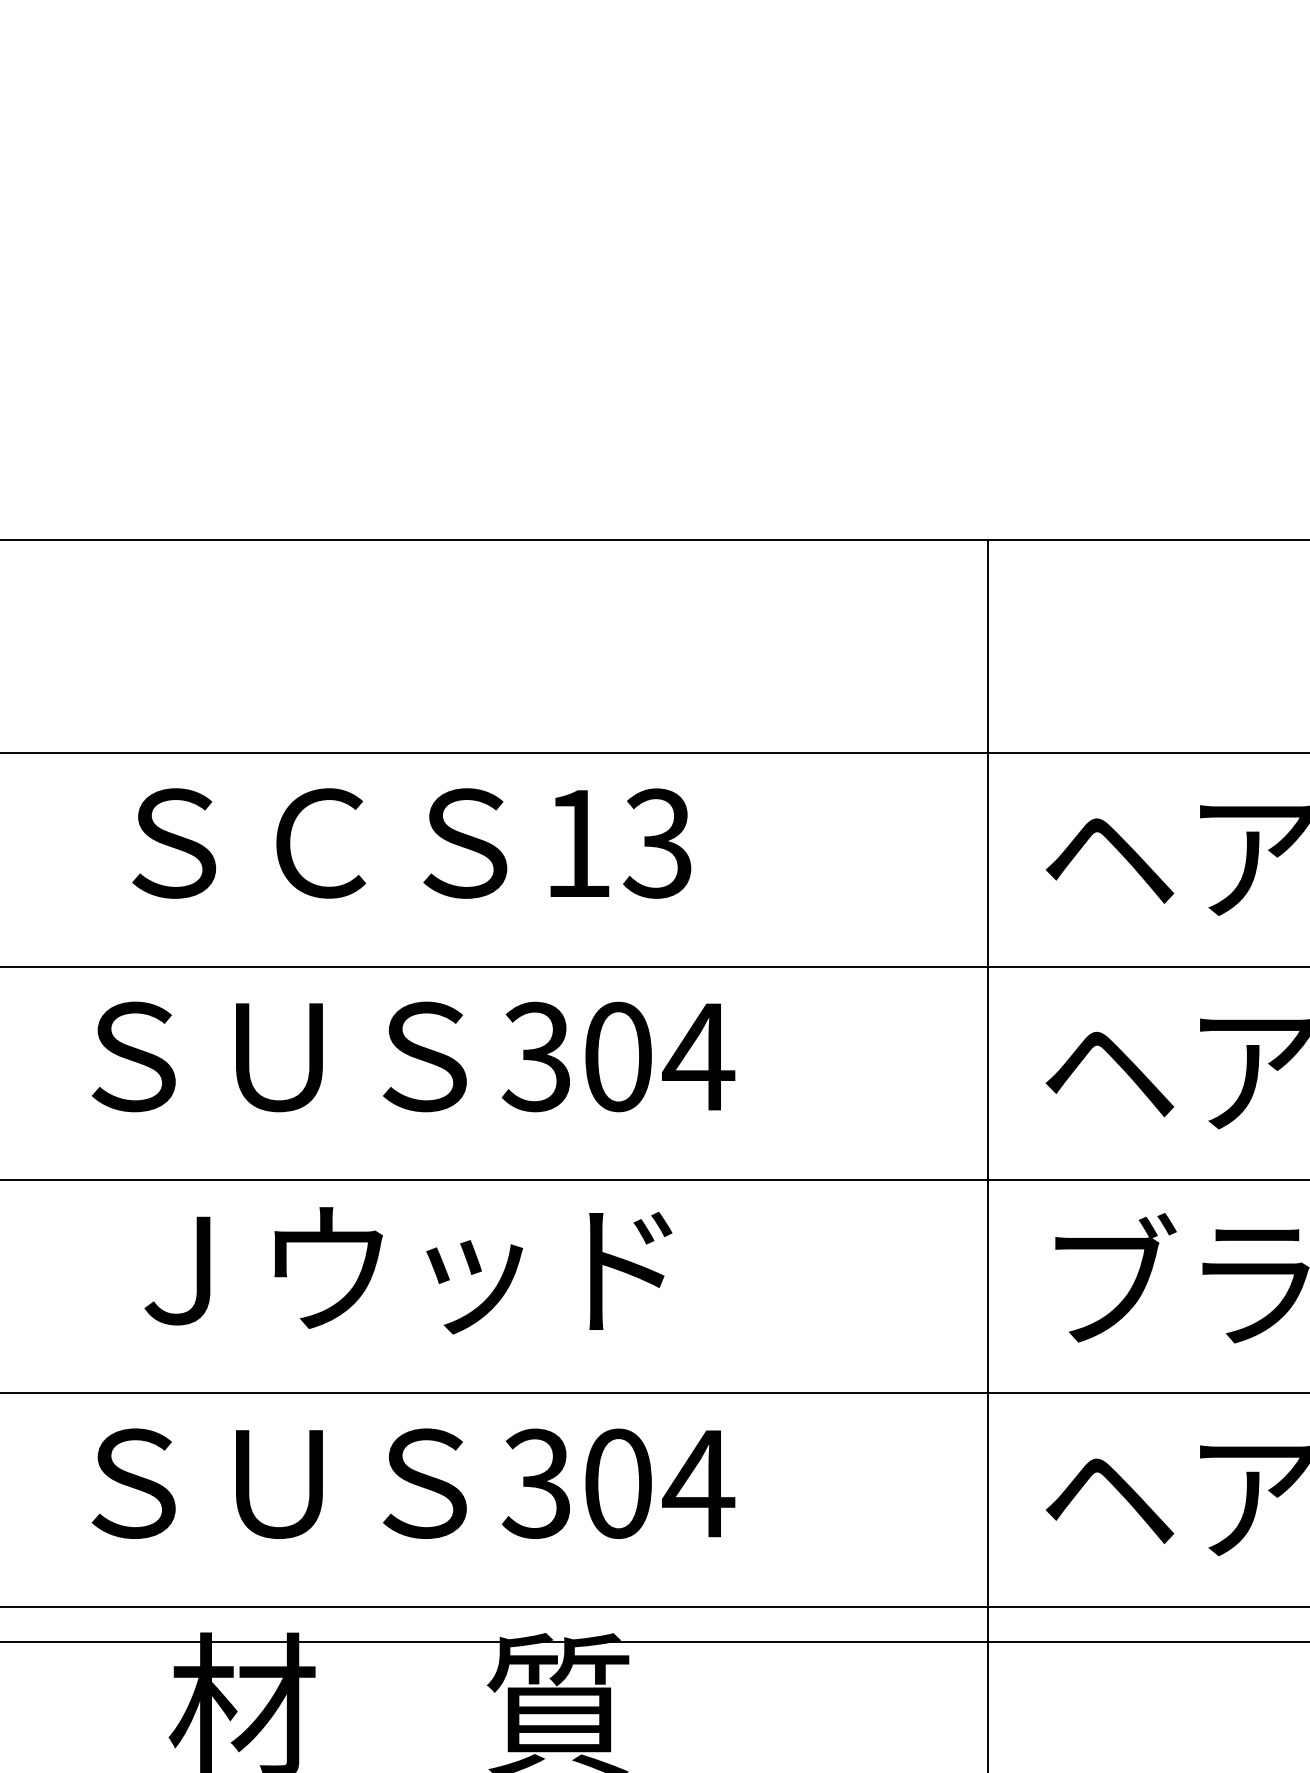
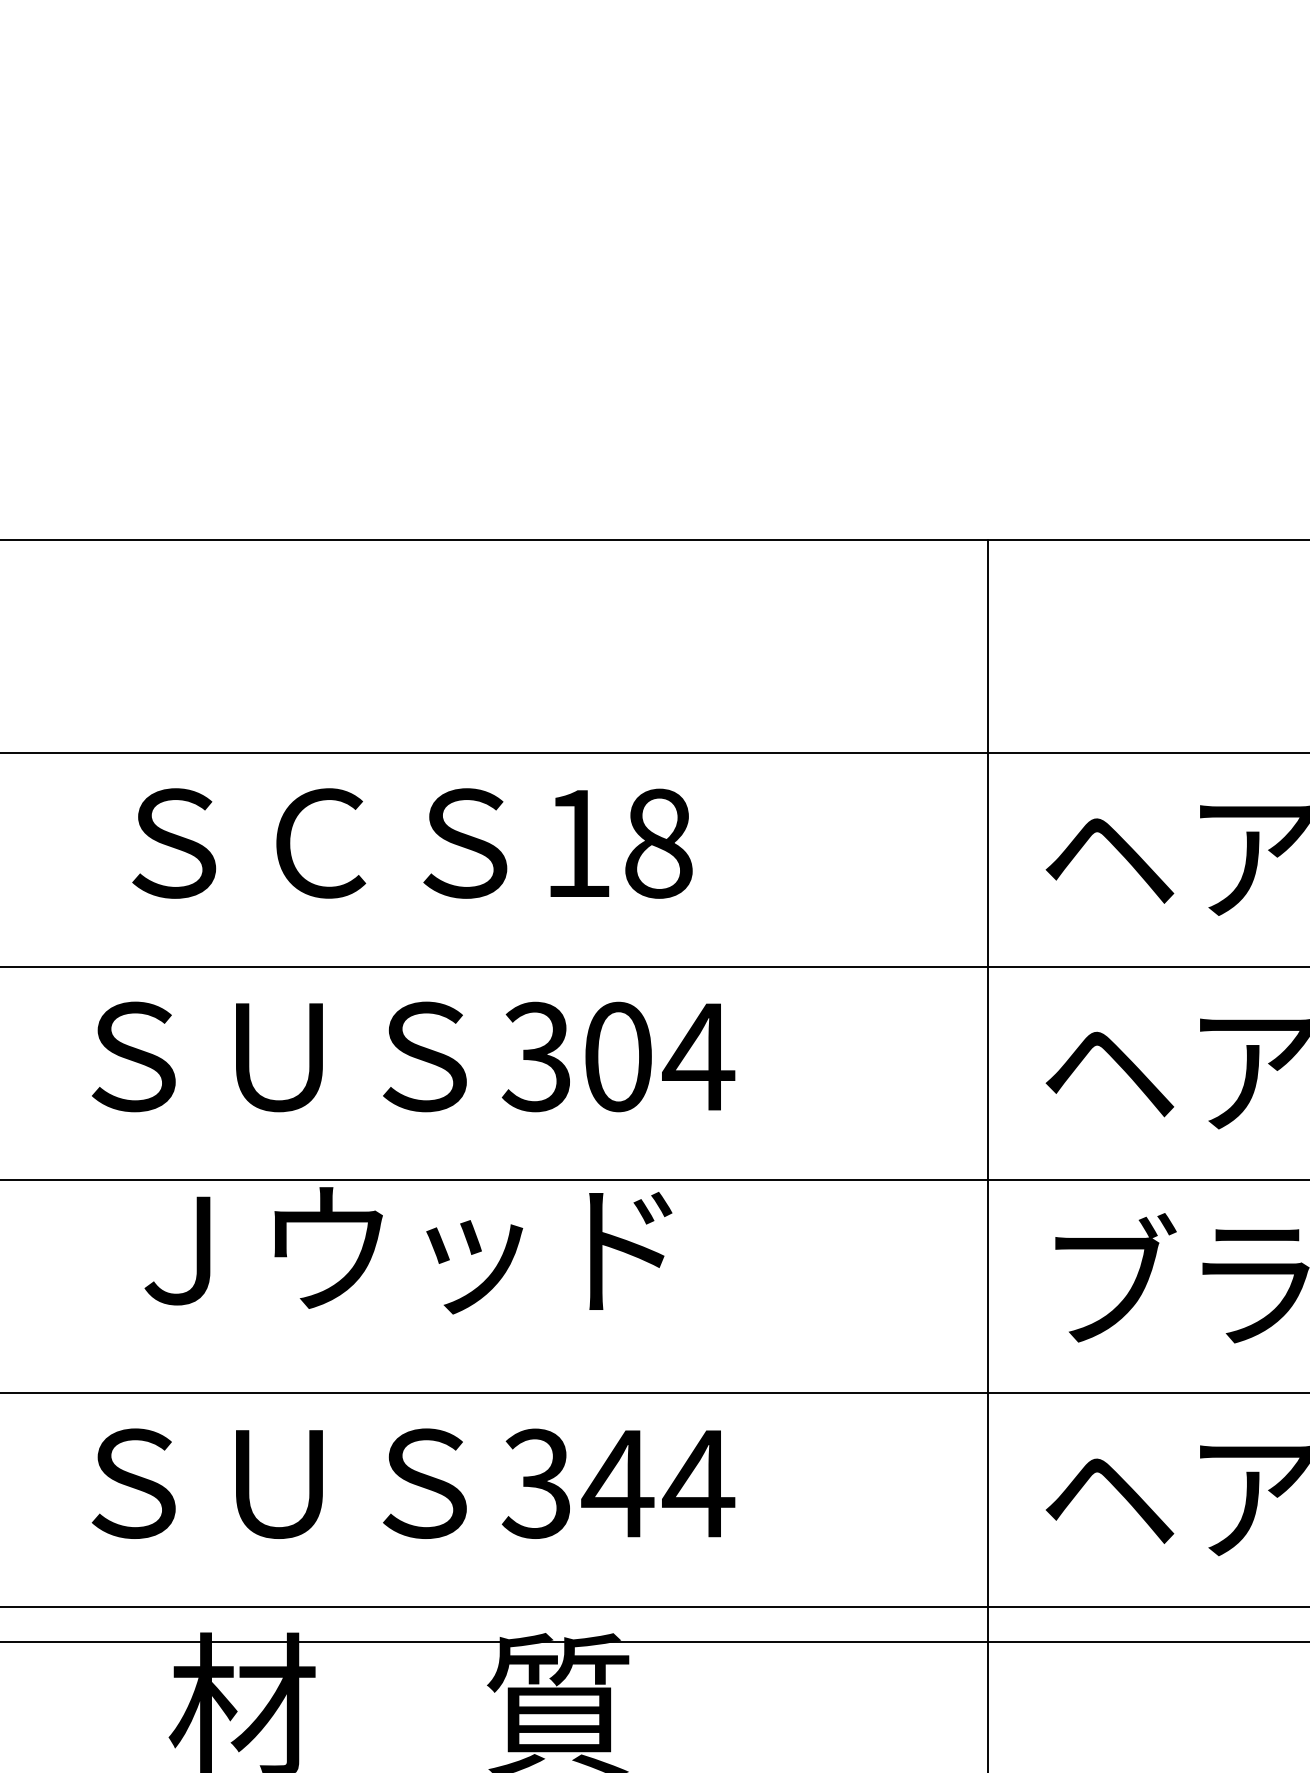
text at (657, 843): 13 -> 18
text at (408, 1270) position: (408, 1270) -> (408, 1250)
text at (617, 1483): 304 -> 344
